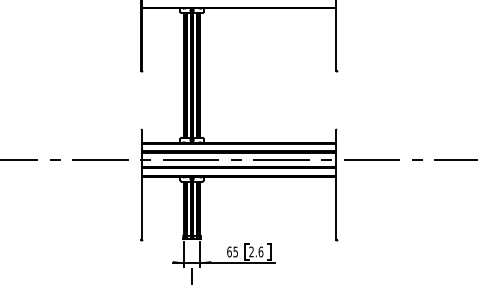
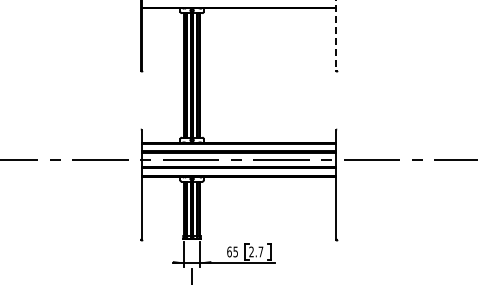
line at (336, 36): solid -> dashed
text at (260, 251): 2.6 -> 2.7
